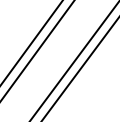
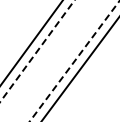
line at (37, 51): solid -> dashed
line at (74, 61): solid -> dashed
